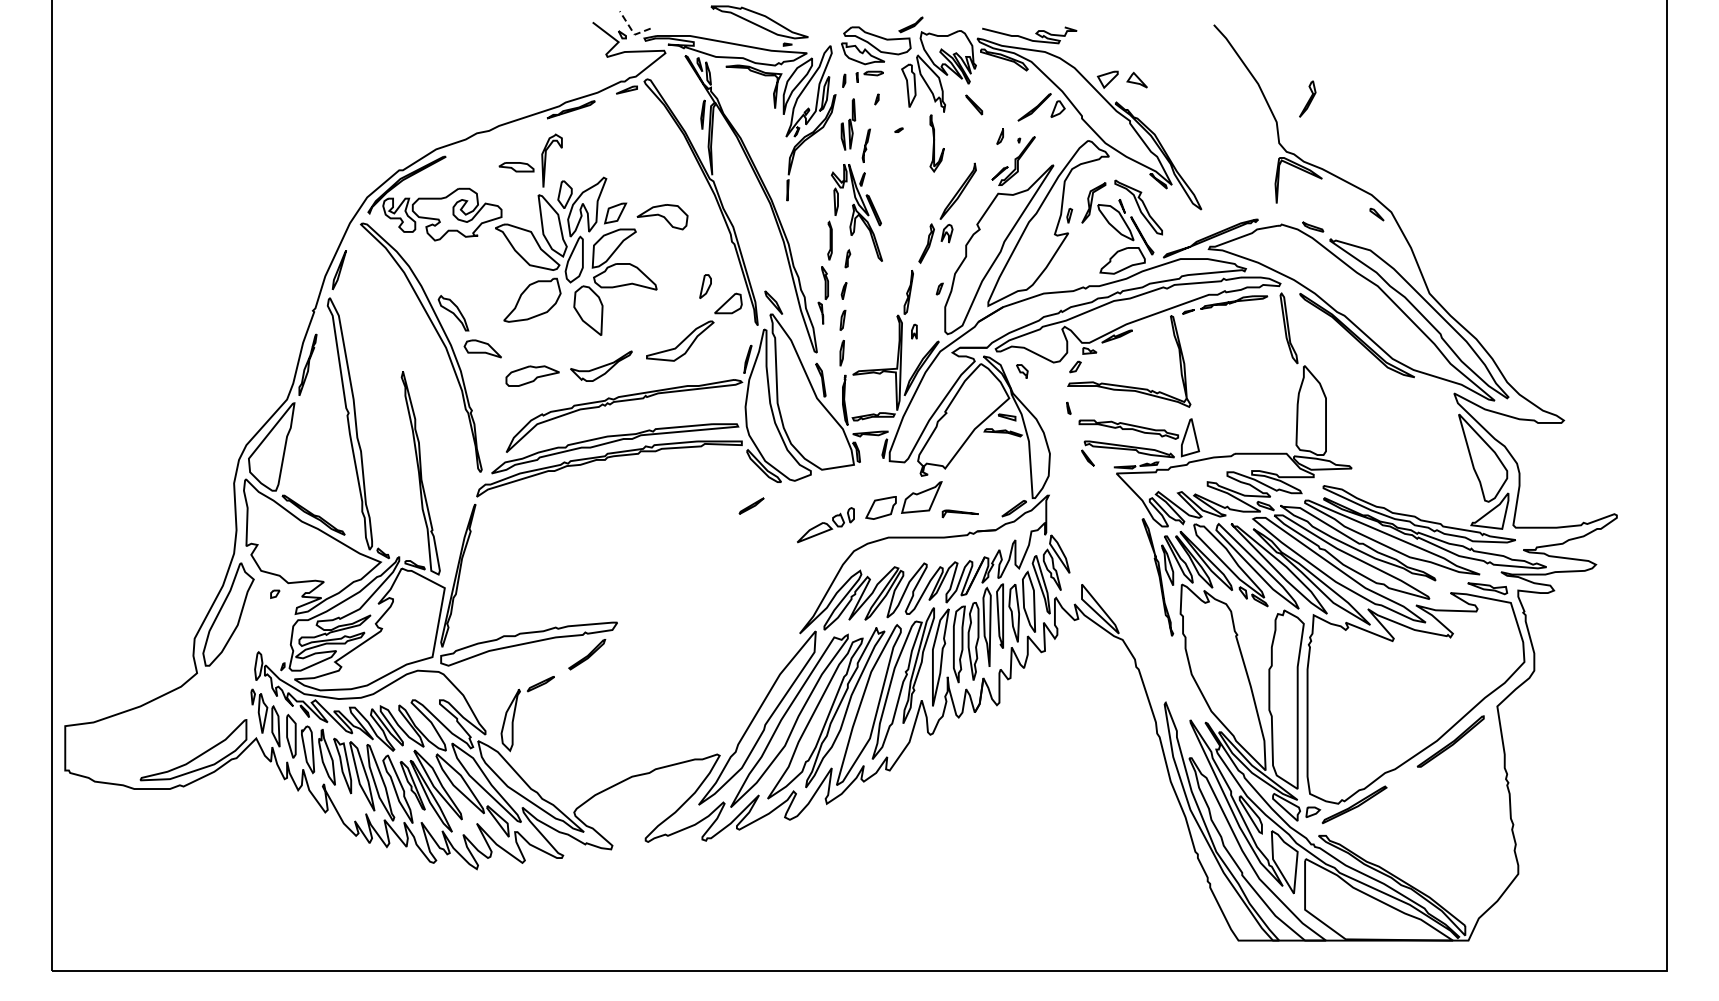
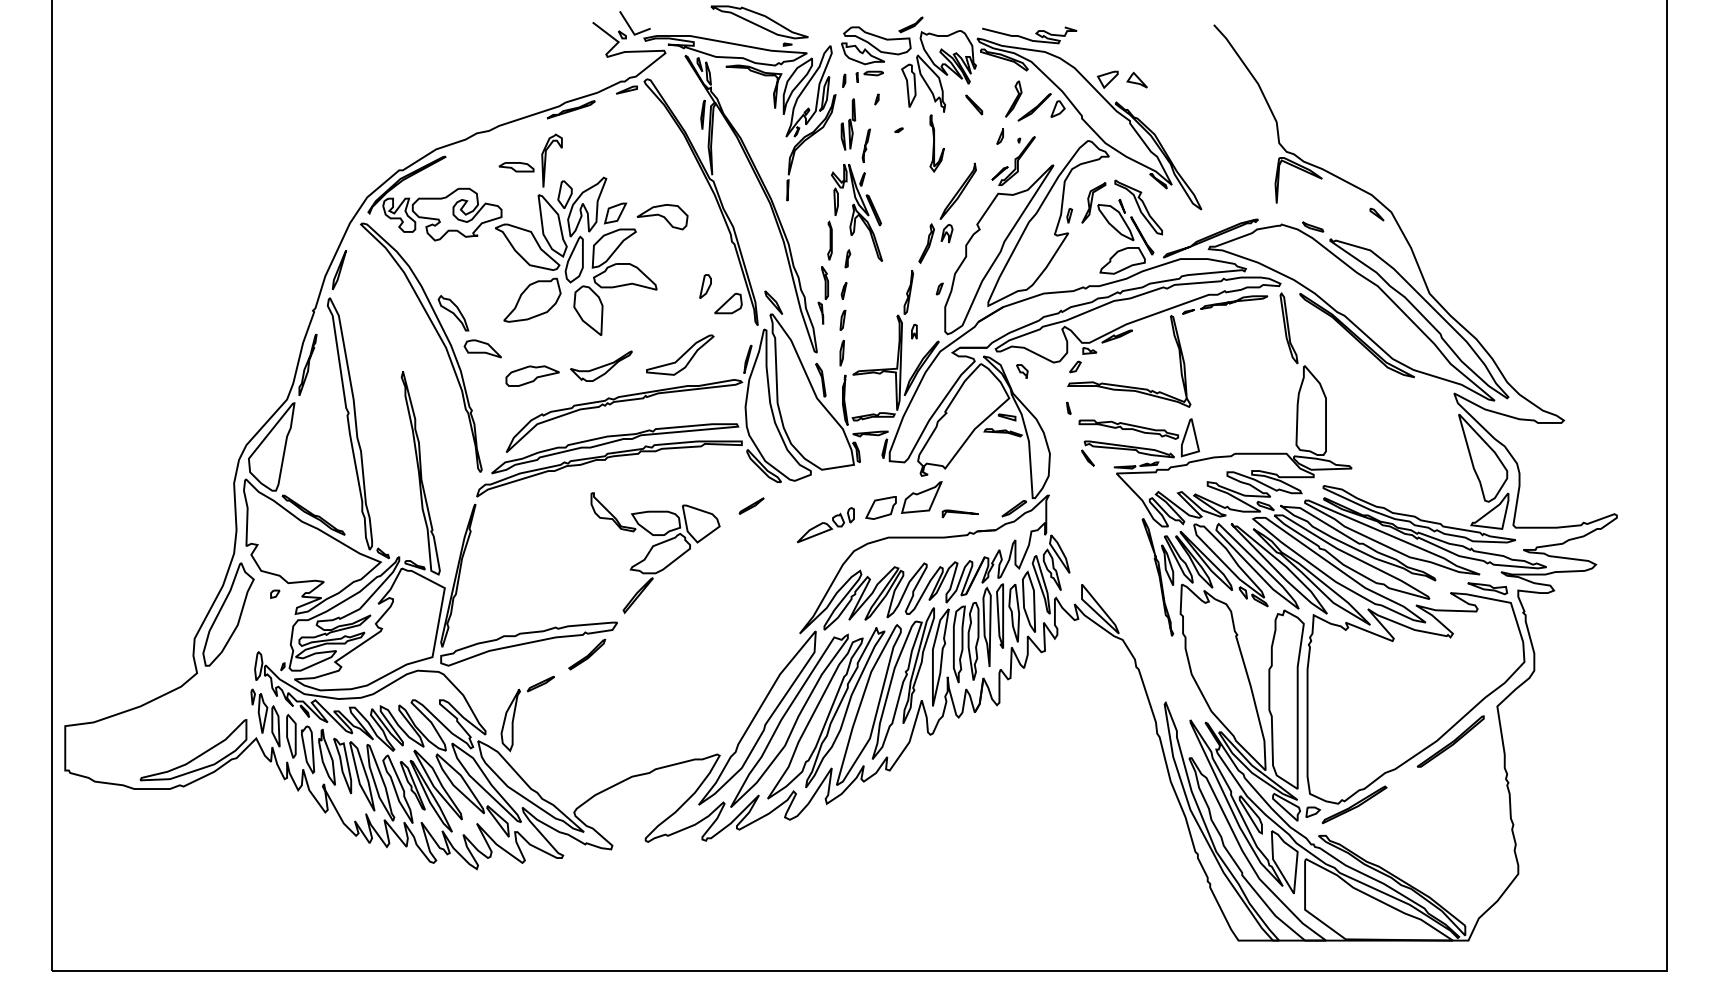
line at (632, 30): dashed -> solid
part at (1307, 98) position: (1307, 98) -> (1013, 98)
part at (680, 340) position: (680, 340) -> (680, 354)
part at (655, 553): none -> present
